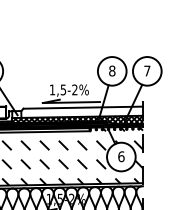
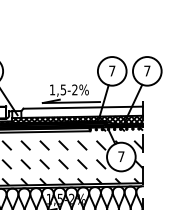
text at (112, 70): 8 -> 7
text at (121, 156): 6 -> 7
